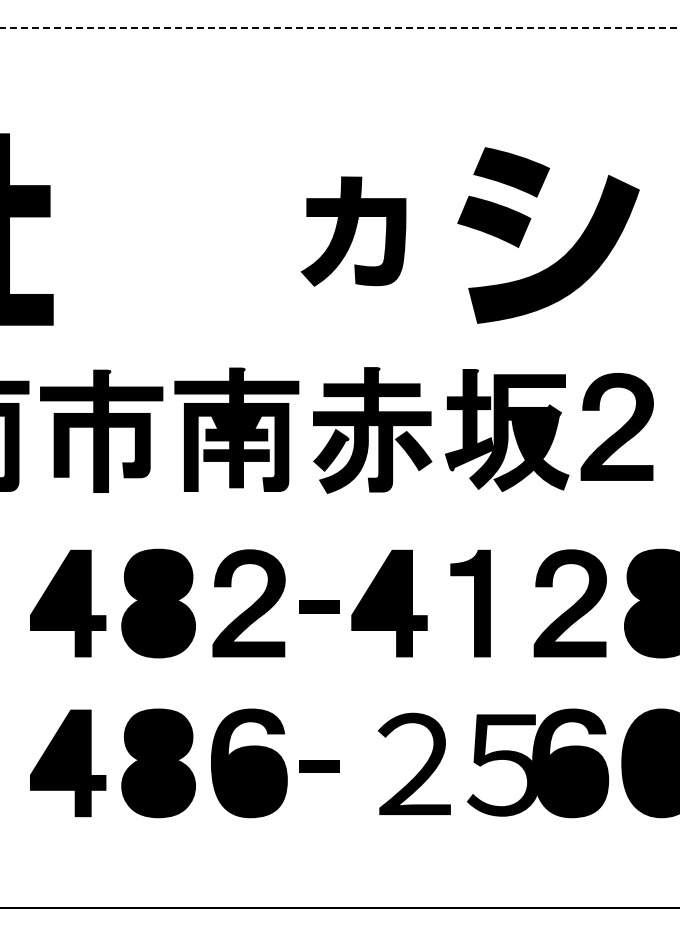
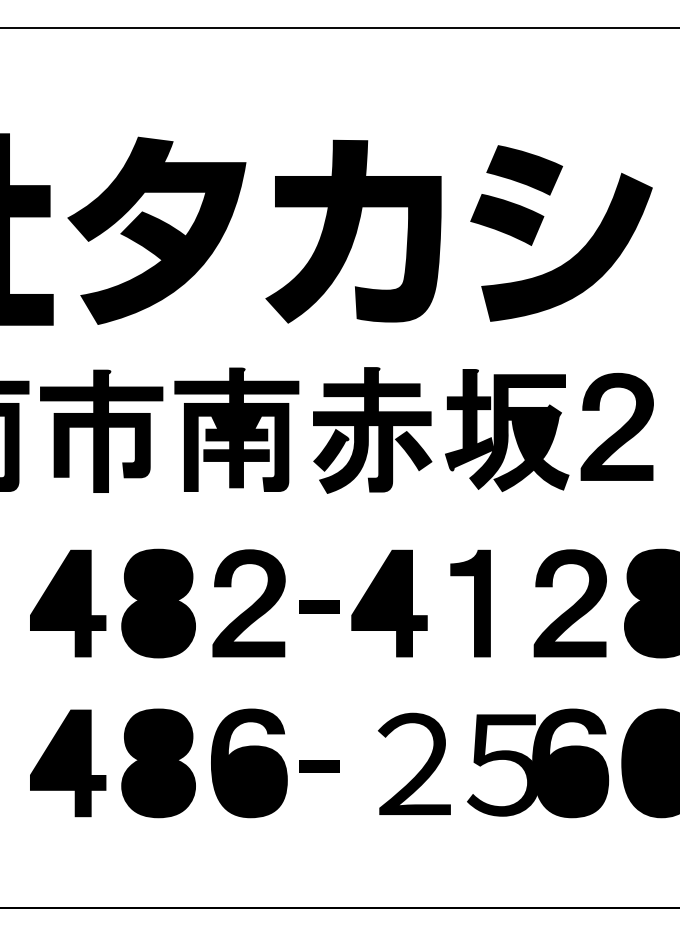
line at (340, 28): dashed -> solid
part at (527, 228) position: (527, 228) -> (540, 226)
fill at (156, 230): none -> present
part at (353, 231) size: 107x111 px -> 177x185 px
